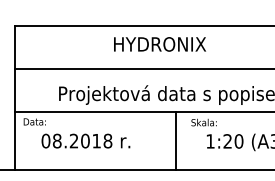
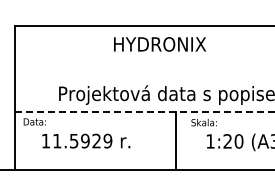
line at (142, 69): present -> none
line at (144, 112): solid -> dashed
text at (76, 140): 08.2018 -> 11.5929
